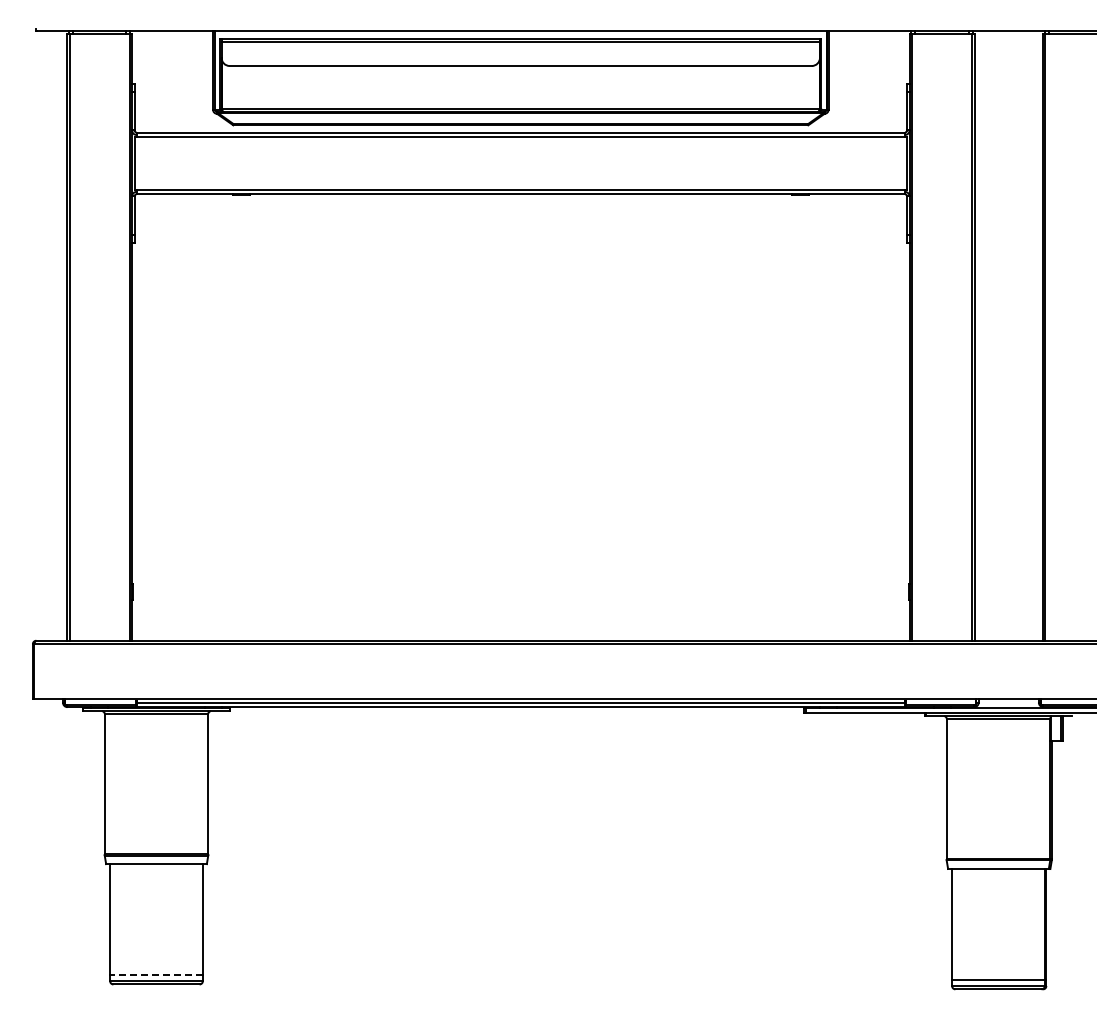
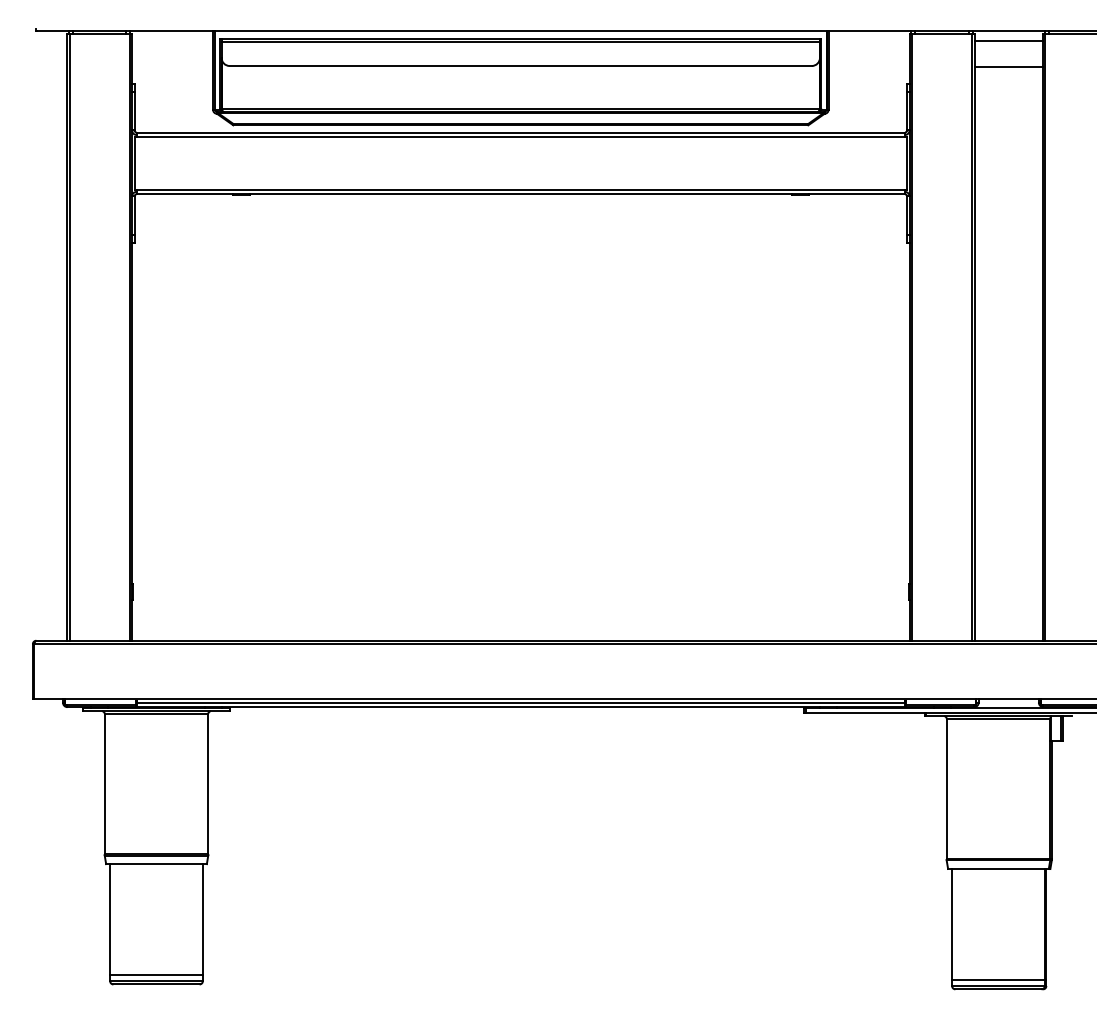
line at (1008, 40): none -> present
line at (1008, 66): none -> present
line at (156, 974): dashed -> solid
